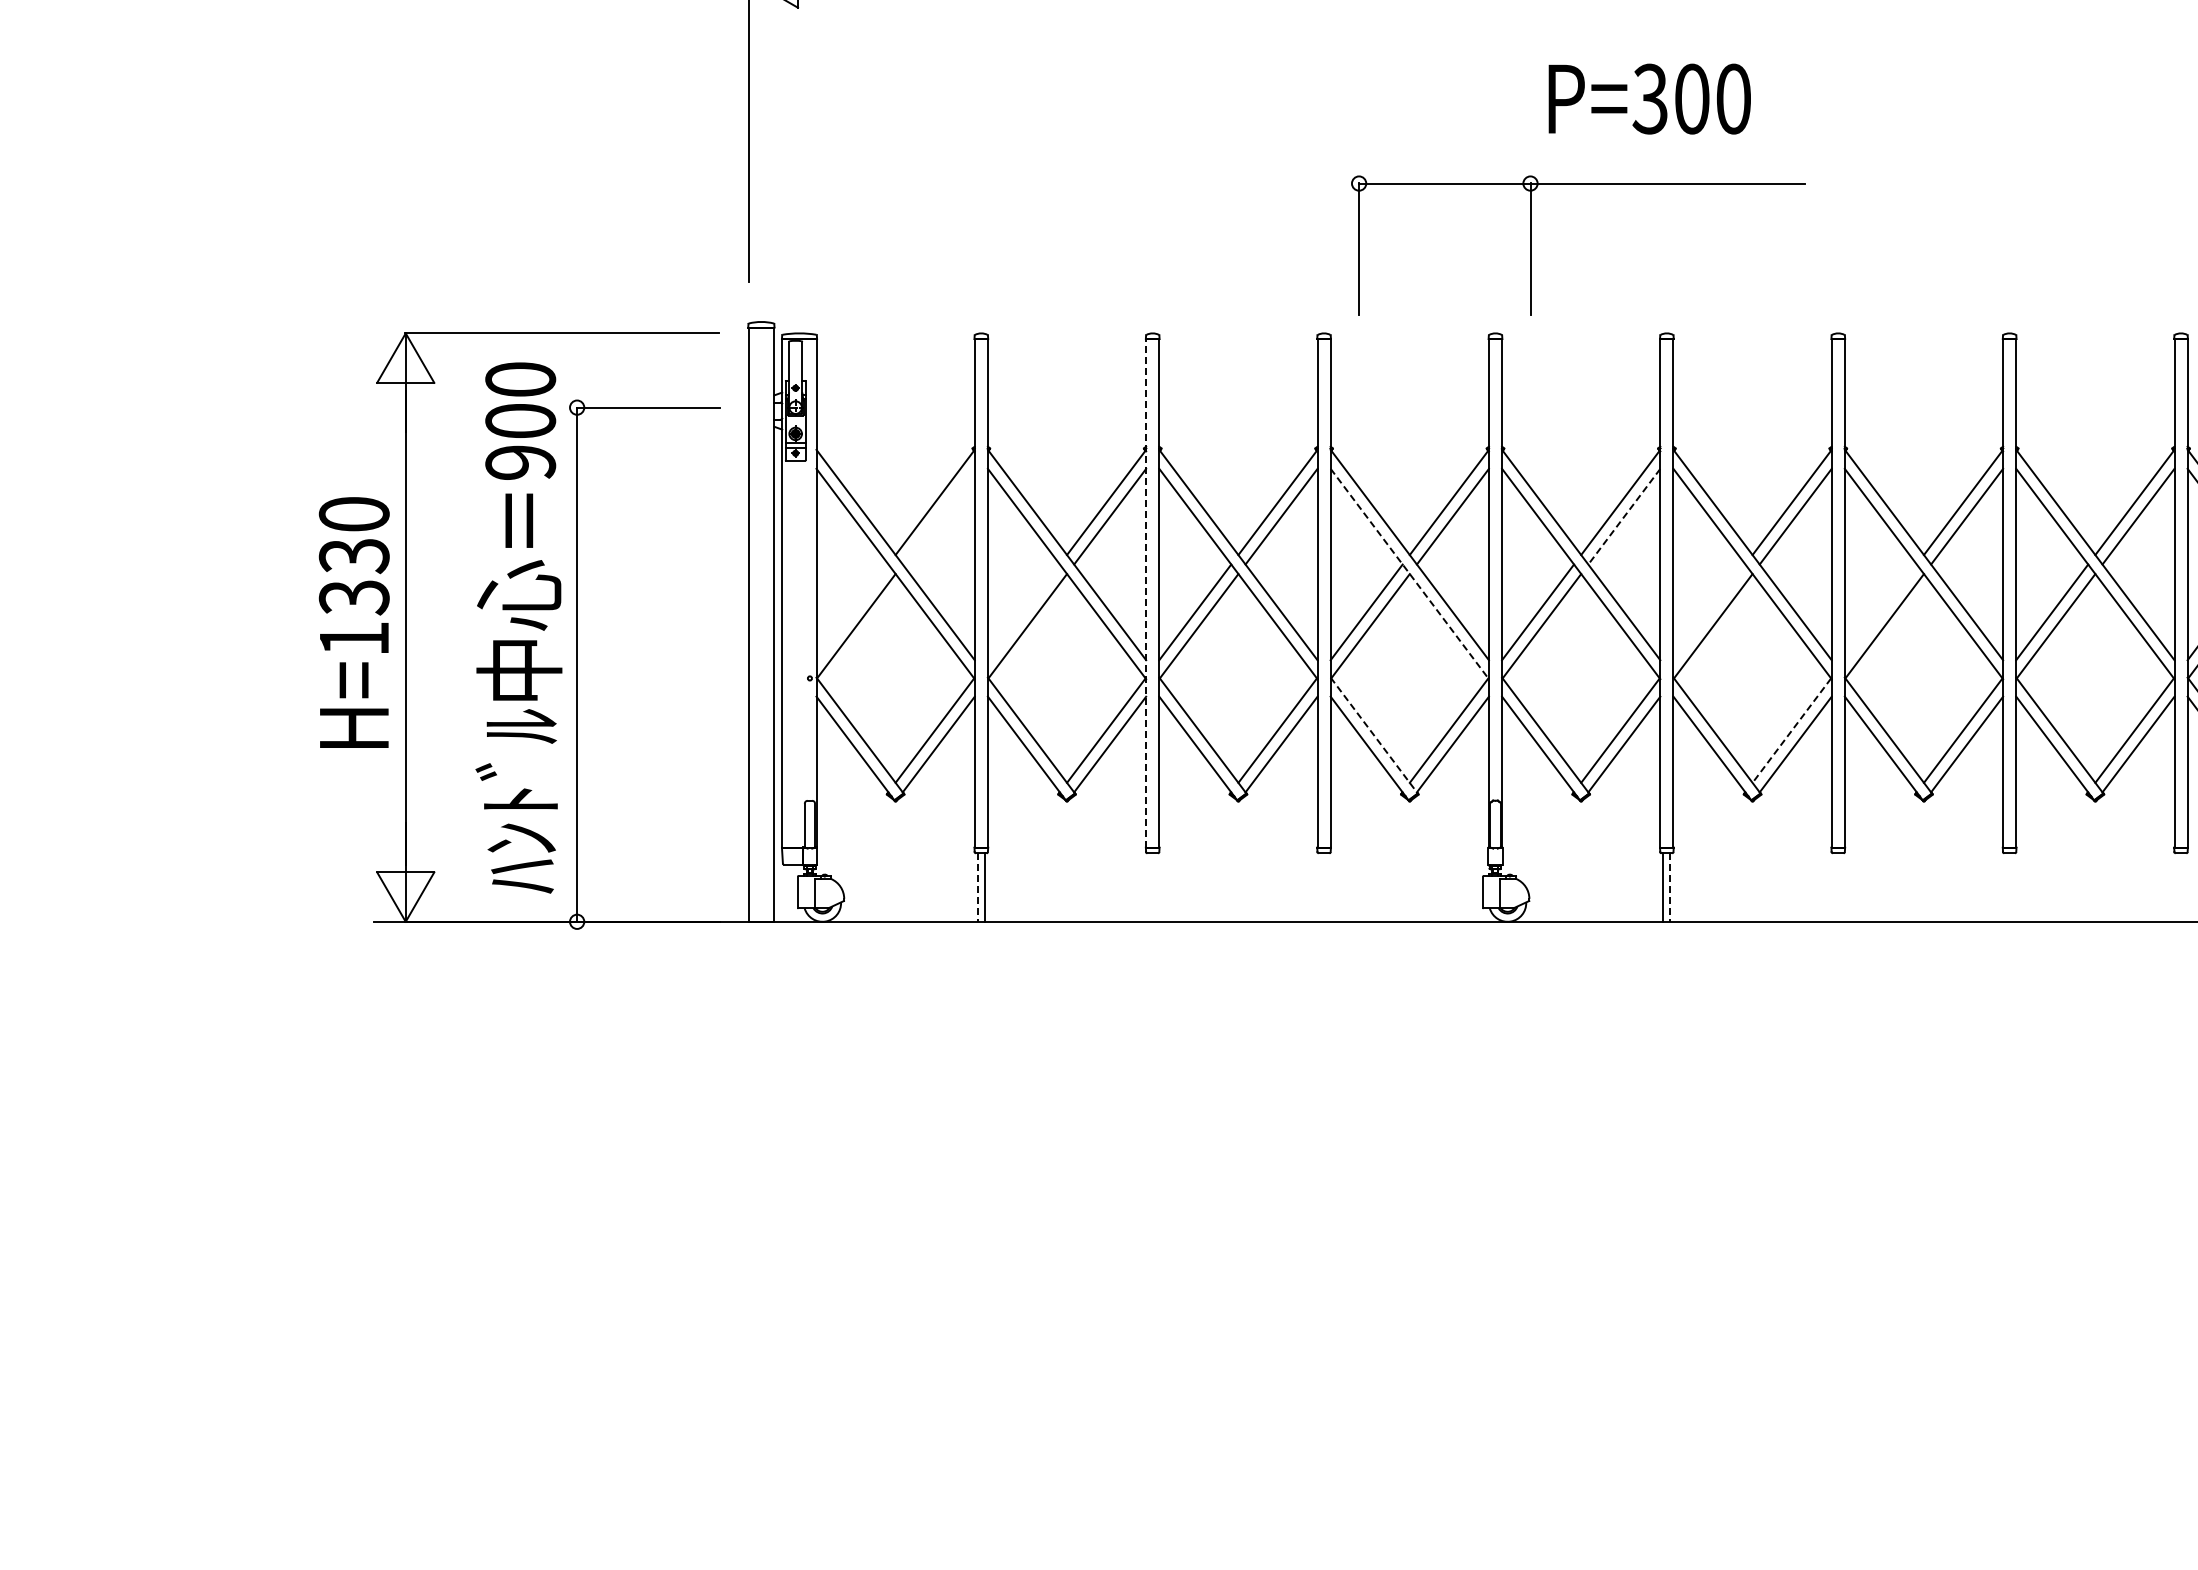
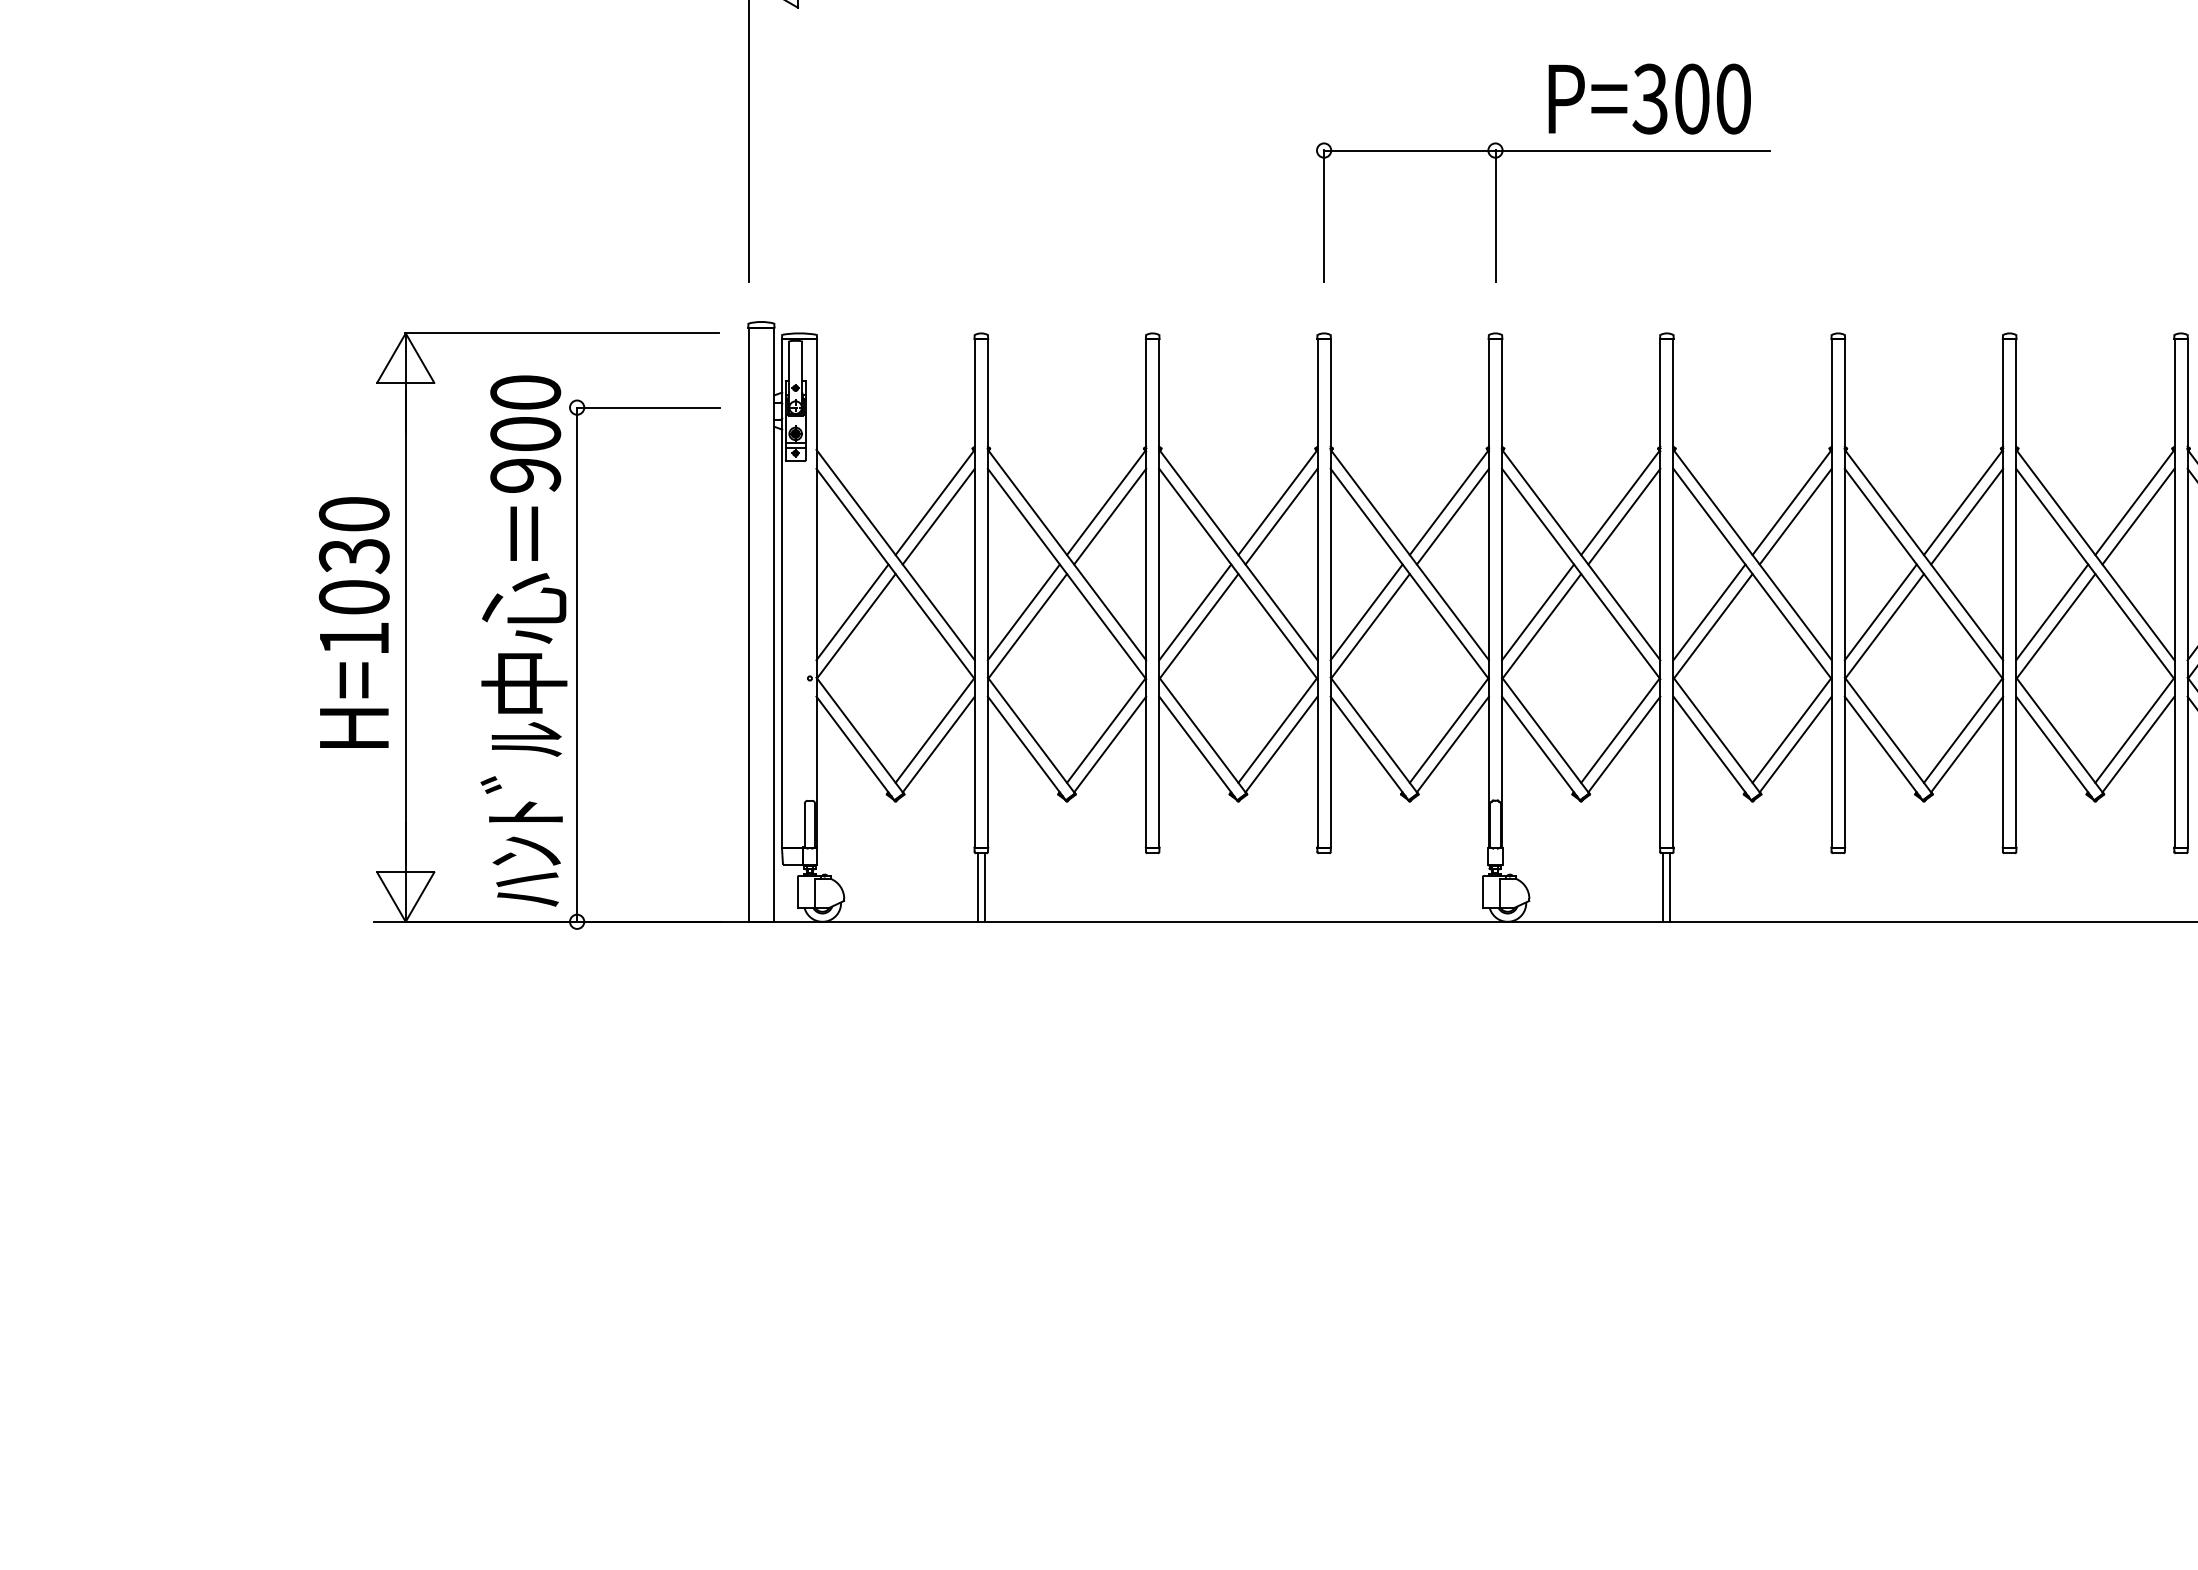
part at (1531, 245) position: (1531, 245) -> (1496, 212)
line at (938, 516): none -> present
line at (1624, 516): dashed -> solid
line at (1409, 574): dashed -> solid
line at (1146, 592): dashed -> solid
text at (354, 597): H=1330 -> H=1030
line at (852, 612): none -> present
line at (1023, 612): none -> present
line at (1709, 612): none -> present
line at (1880, 612): none -> present
text at (518, 627) position: (518, 627) -> (523, 640)
line at (1791, 731): dashed -> solid
line at (1374, 735): dashed -> solid
line at (977, 888): dashed -> solid
line at (1670, 888): dashed -> solid
